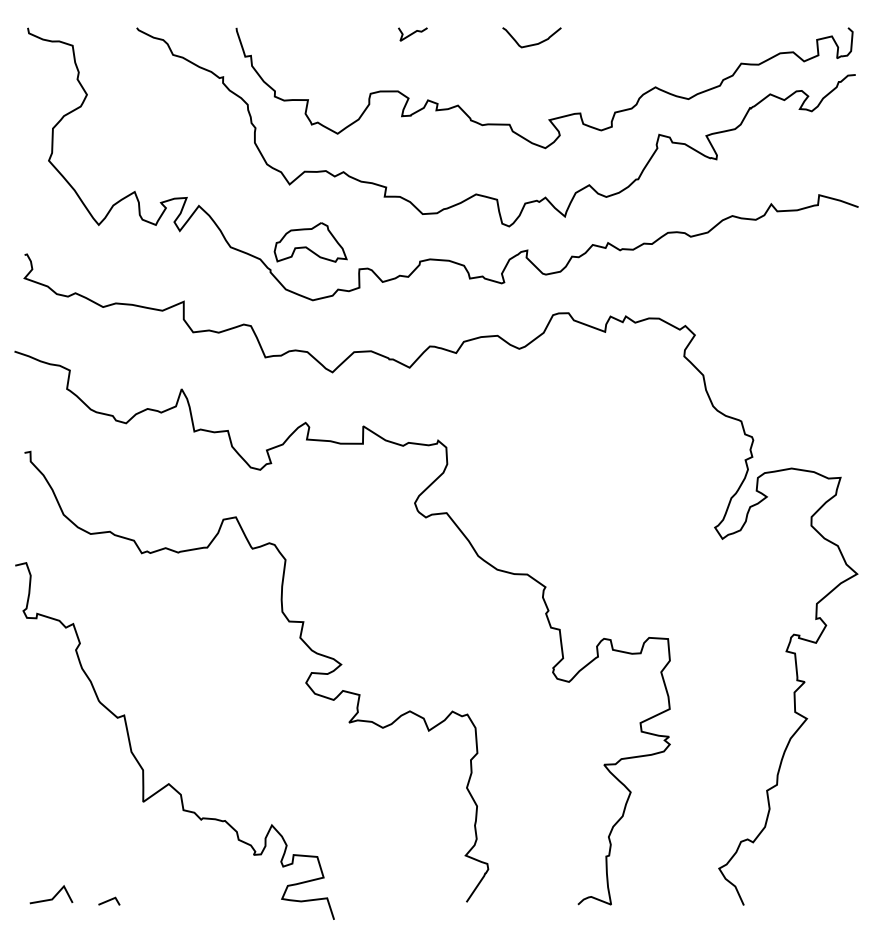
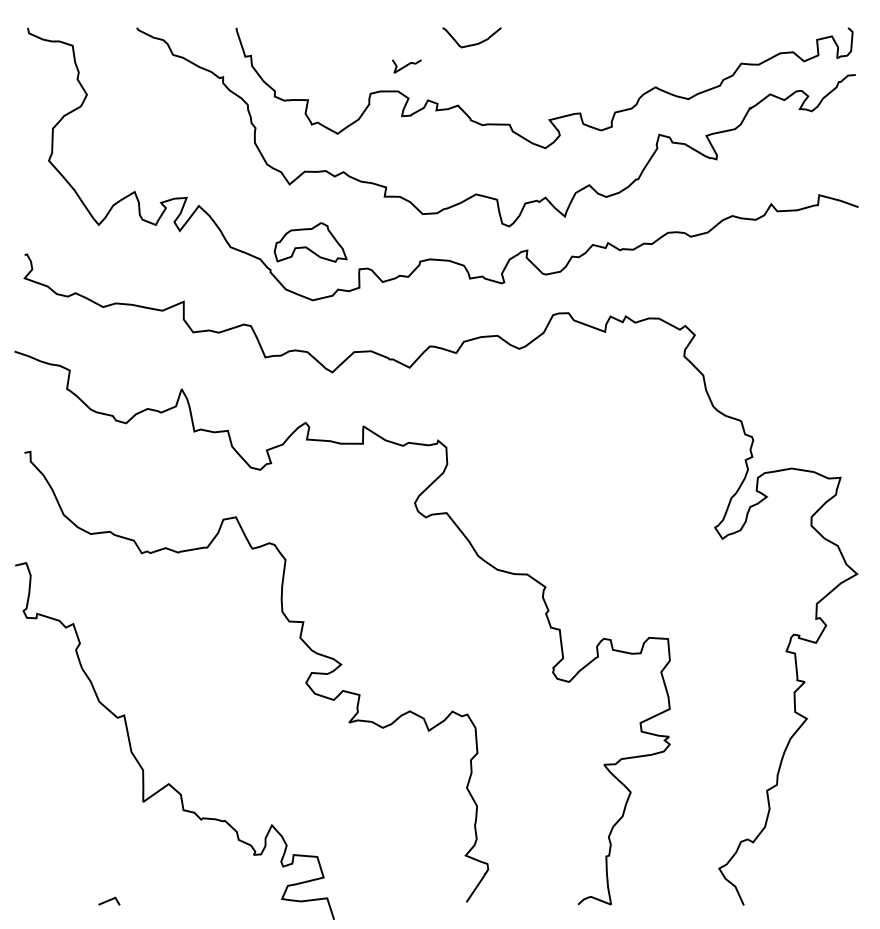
curve at (412, 34) position: (412, 34) -> (406, 66)
curve at (534, 43) position: (534, 43) -> (474, 43)
line at (53, 896): present -> none
